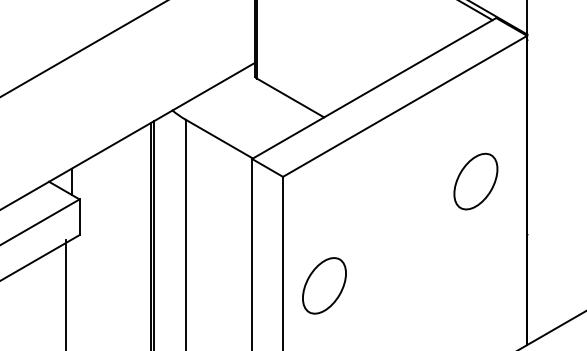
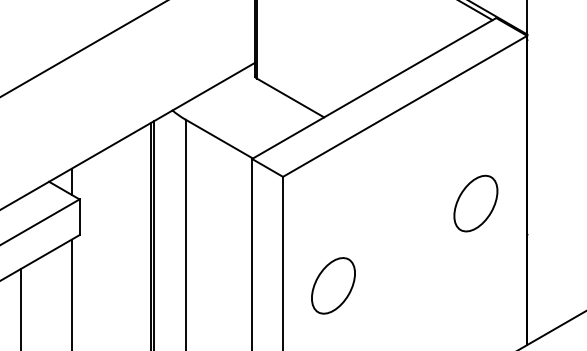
part at (475, 181) position: (475, 181) -> (475, 203)
part at (324, 285) position: (324, 285) -> (333, 285)
line at (65, 293) position: (65, 293) -> (71, 293)
line at (21, 307): none -> present
